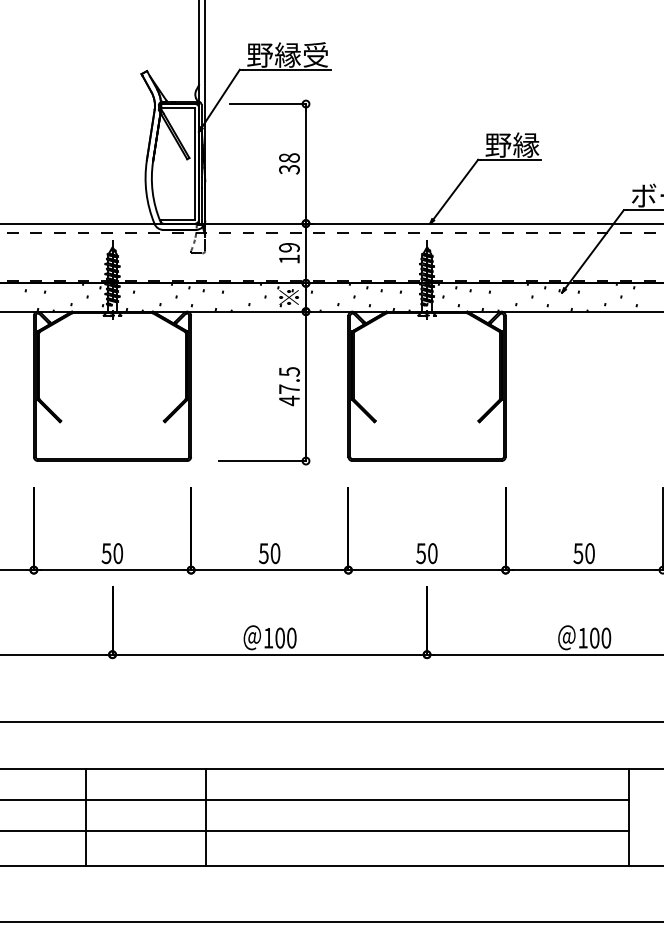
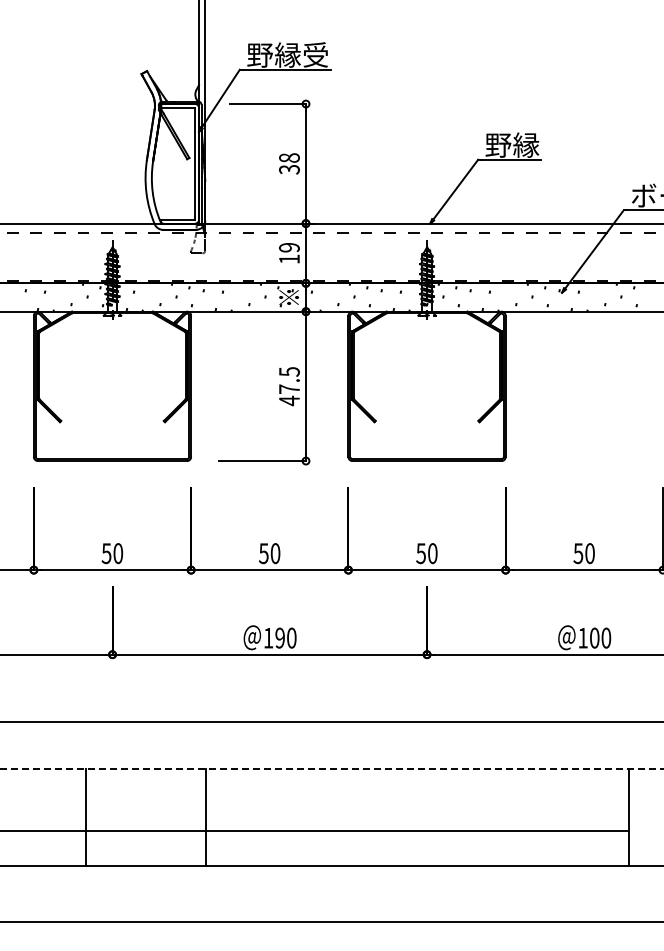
text at (279, 637): 100 -> 190
line at (332, 769): solid -> dashed
line at (315, 800): present -> none
